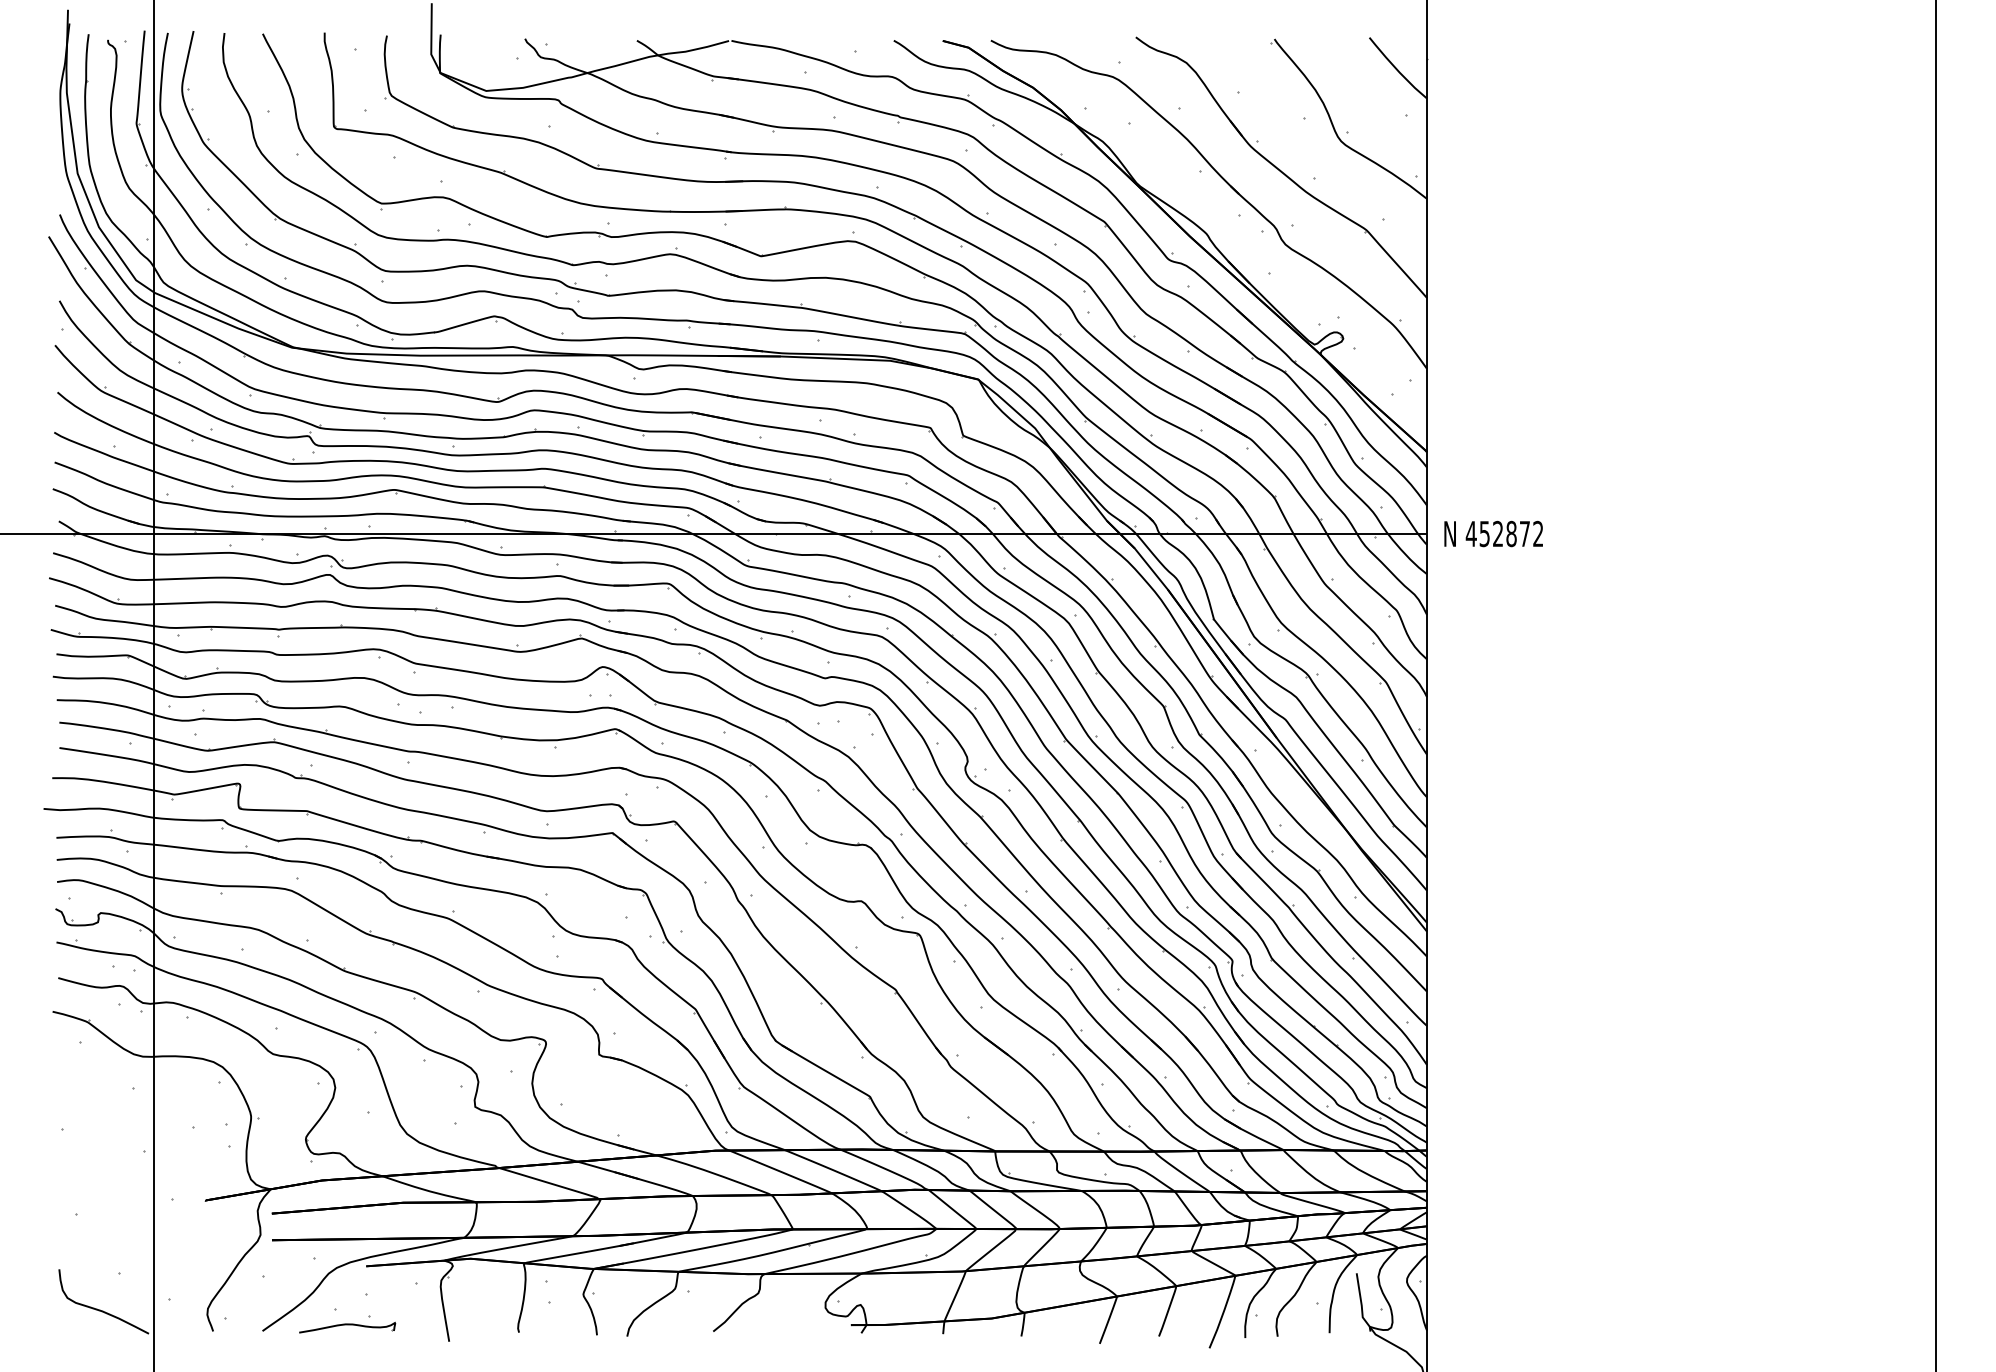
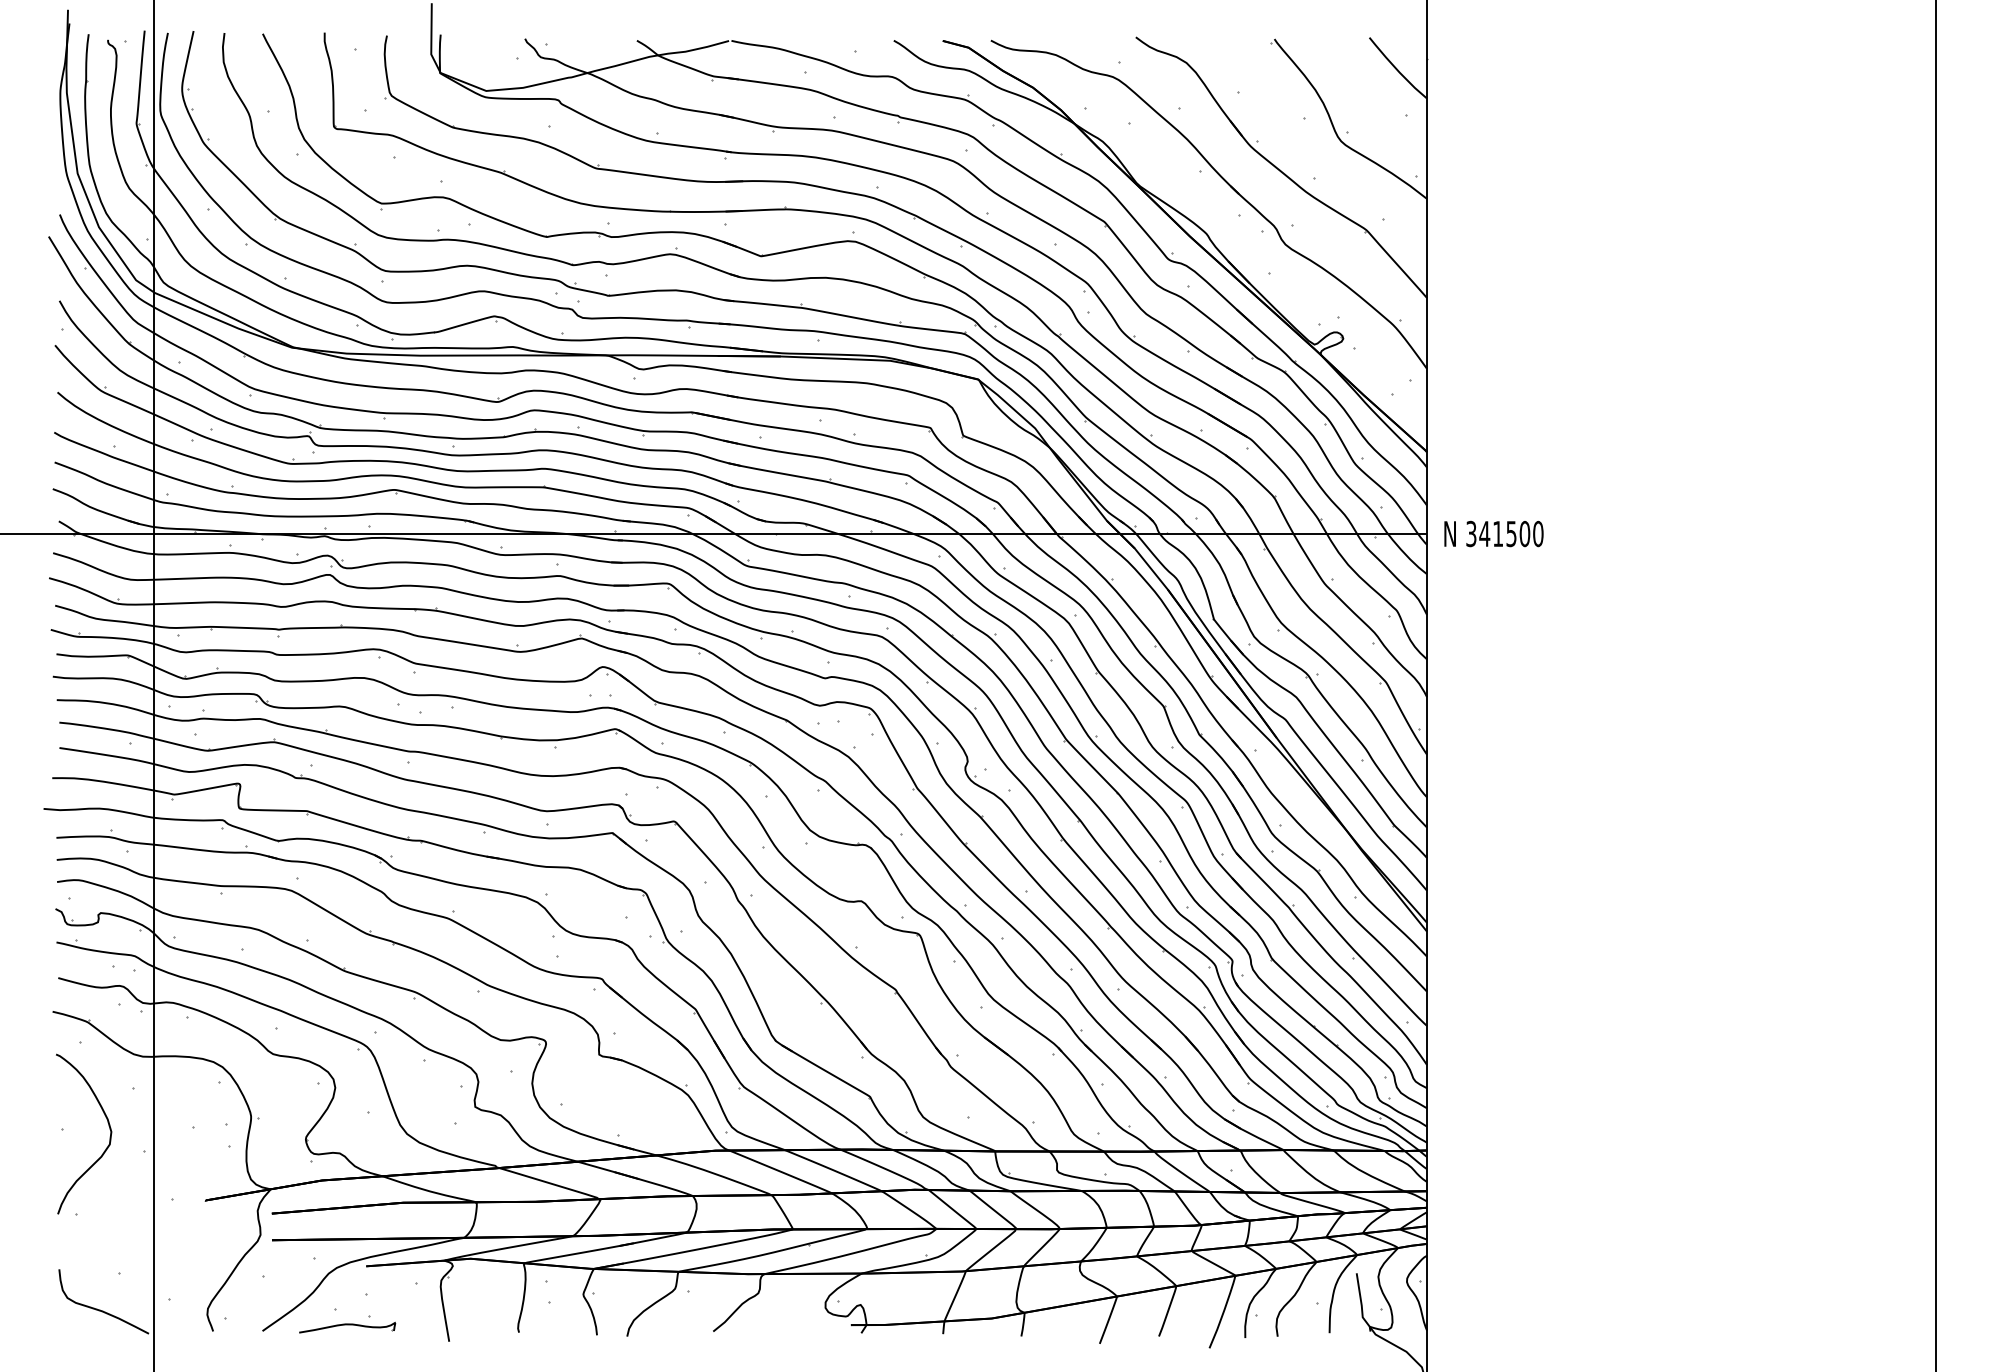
text at (1504, 533): 452872 -> 341500
curve at (108, 1126): none -> present
